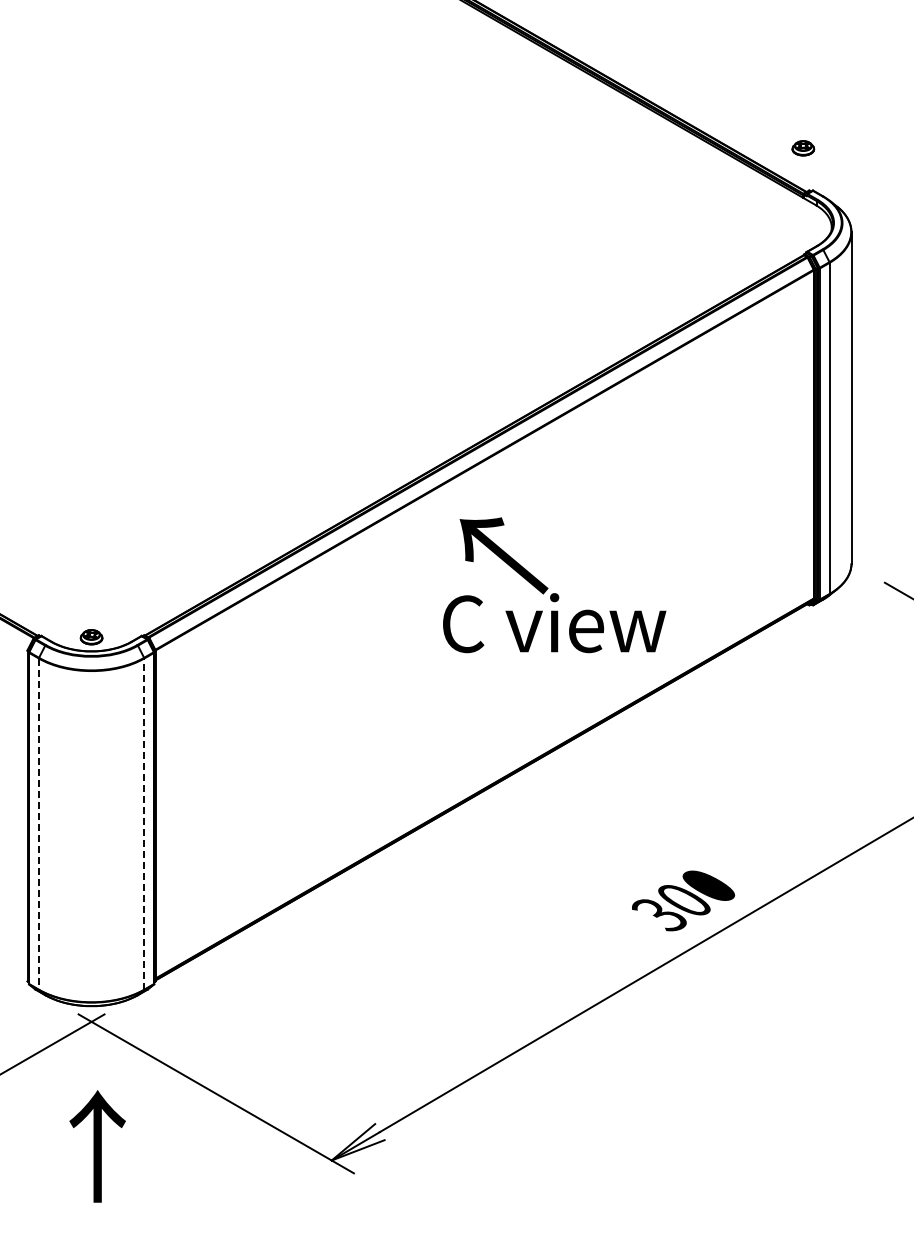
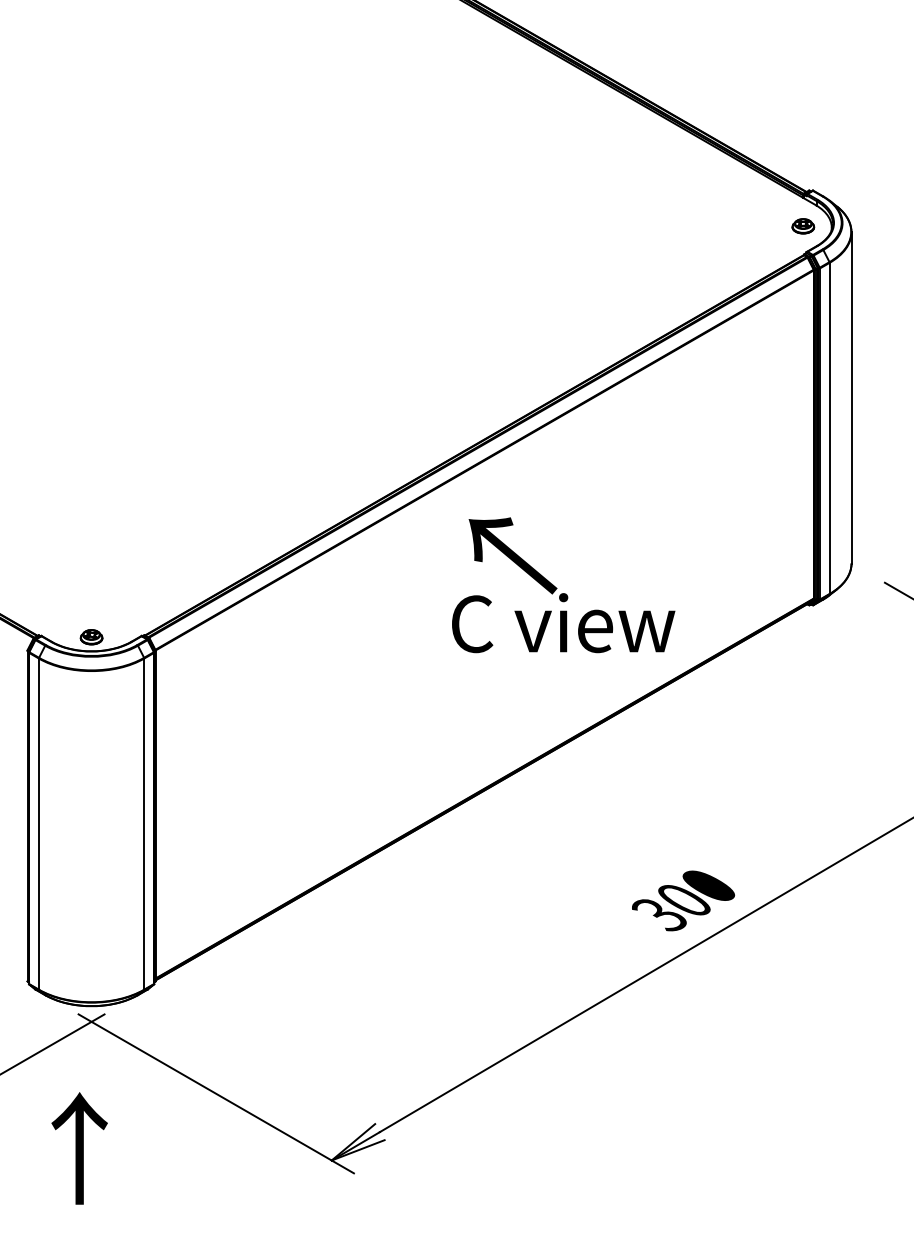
part at (803, 148) position: (803, 148) -> (803, 226)
text at (554, 585) position: (554, 585) -> (563, 585)
line at (38, 824): dashed -> solid
line at (144, 824): dashed -> solid
text at (97, 1146) position: (97, 1146) -> (79, 1148)
